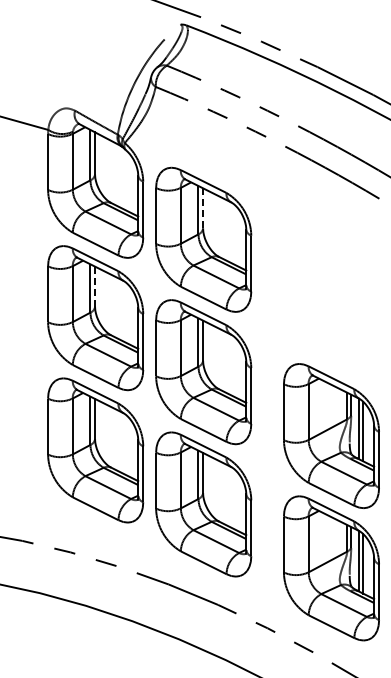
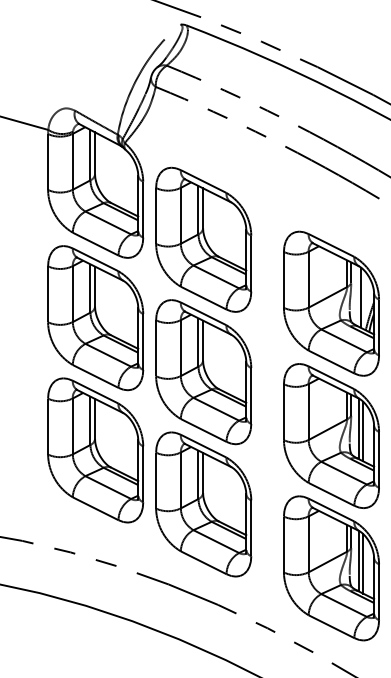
line at (203, 207): dashed -> solid
line at (95, 286): dashed -> solid
part at (331, 303): none -> present
